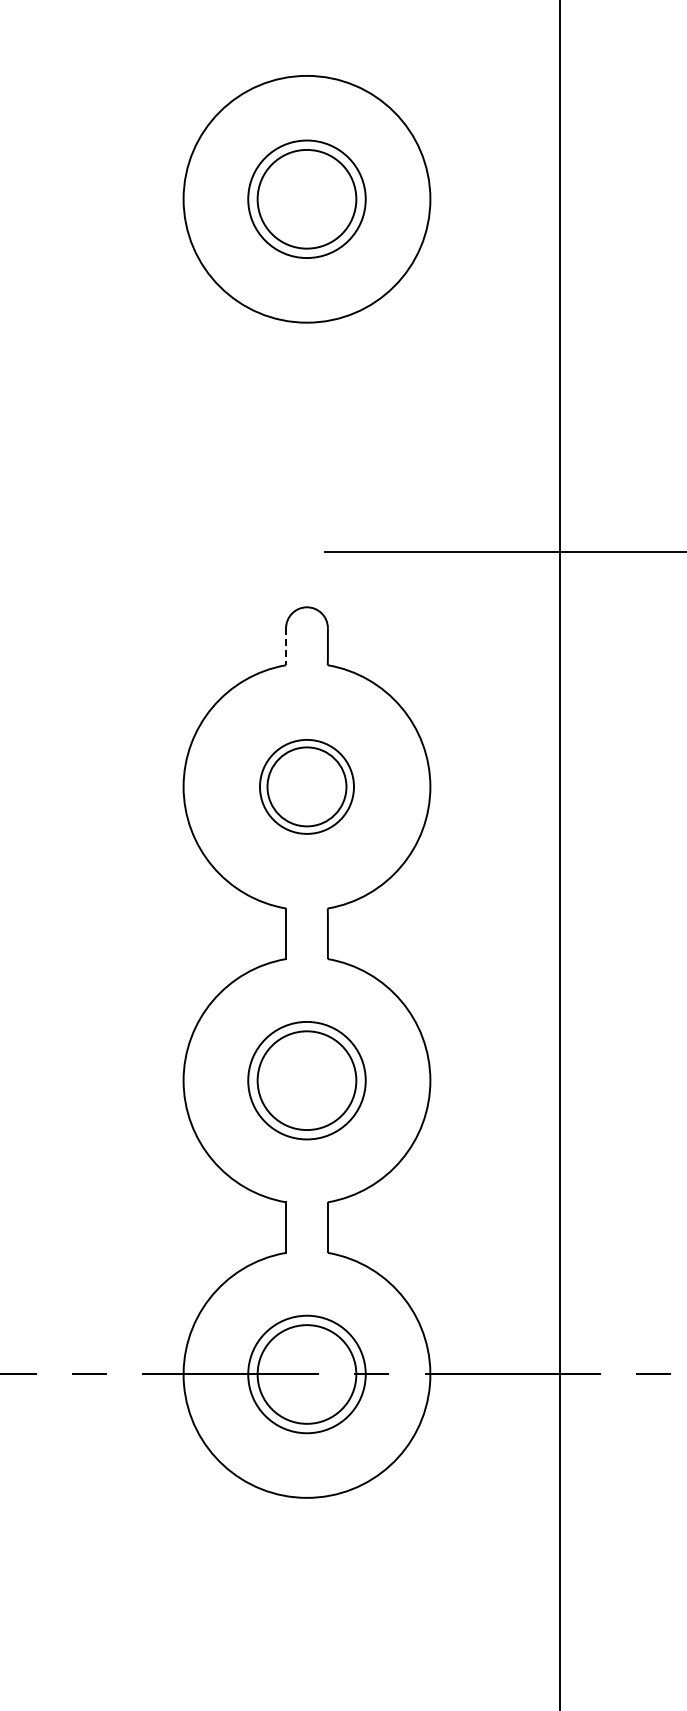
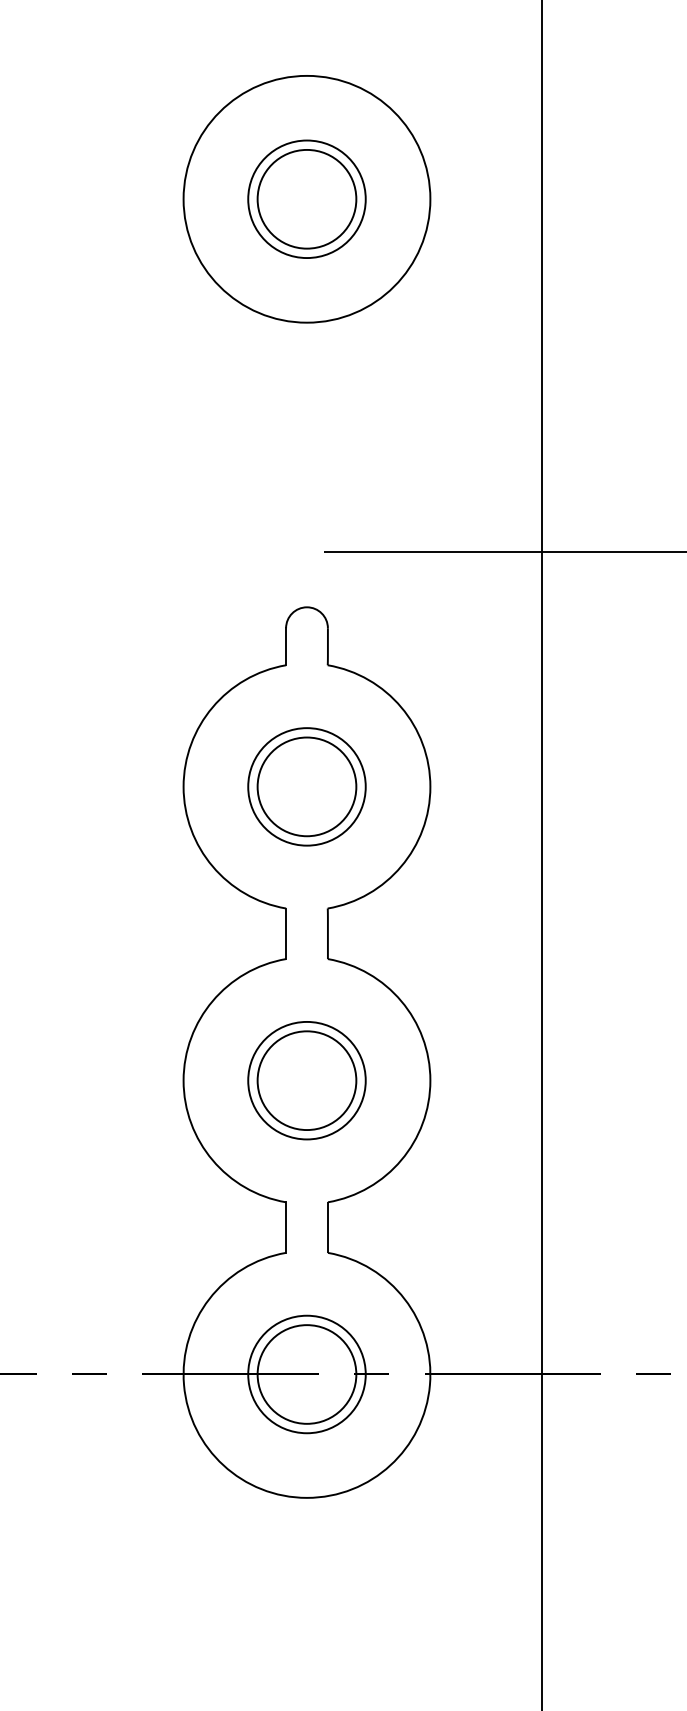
line at (286, 646): dashed -> solid
part at (306, 786) size: 96x96 px -> 120x120 px
line at (560, 854) position: (560, 854) -> (542, 854)
